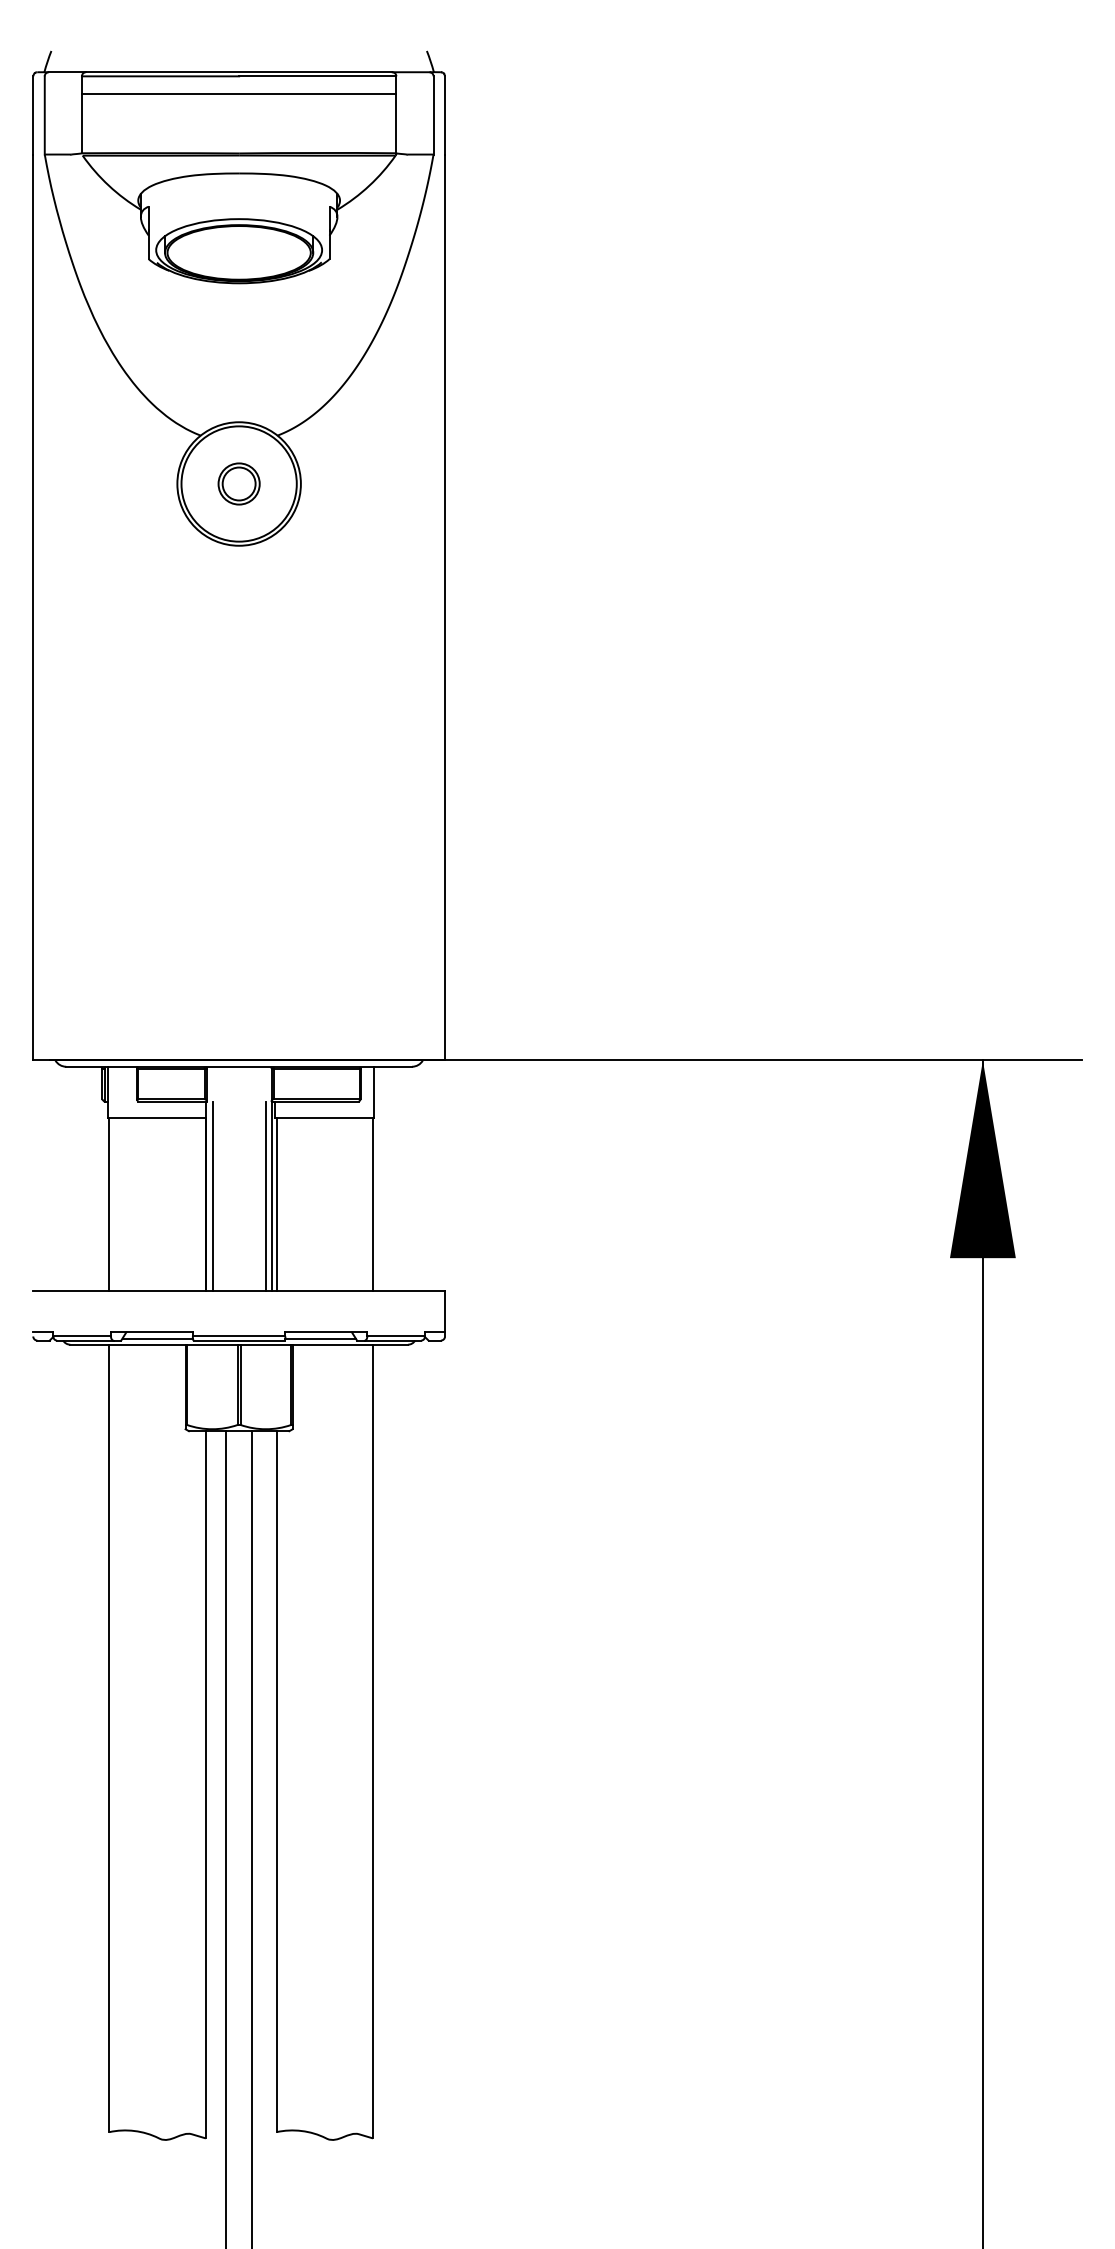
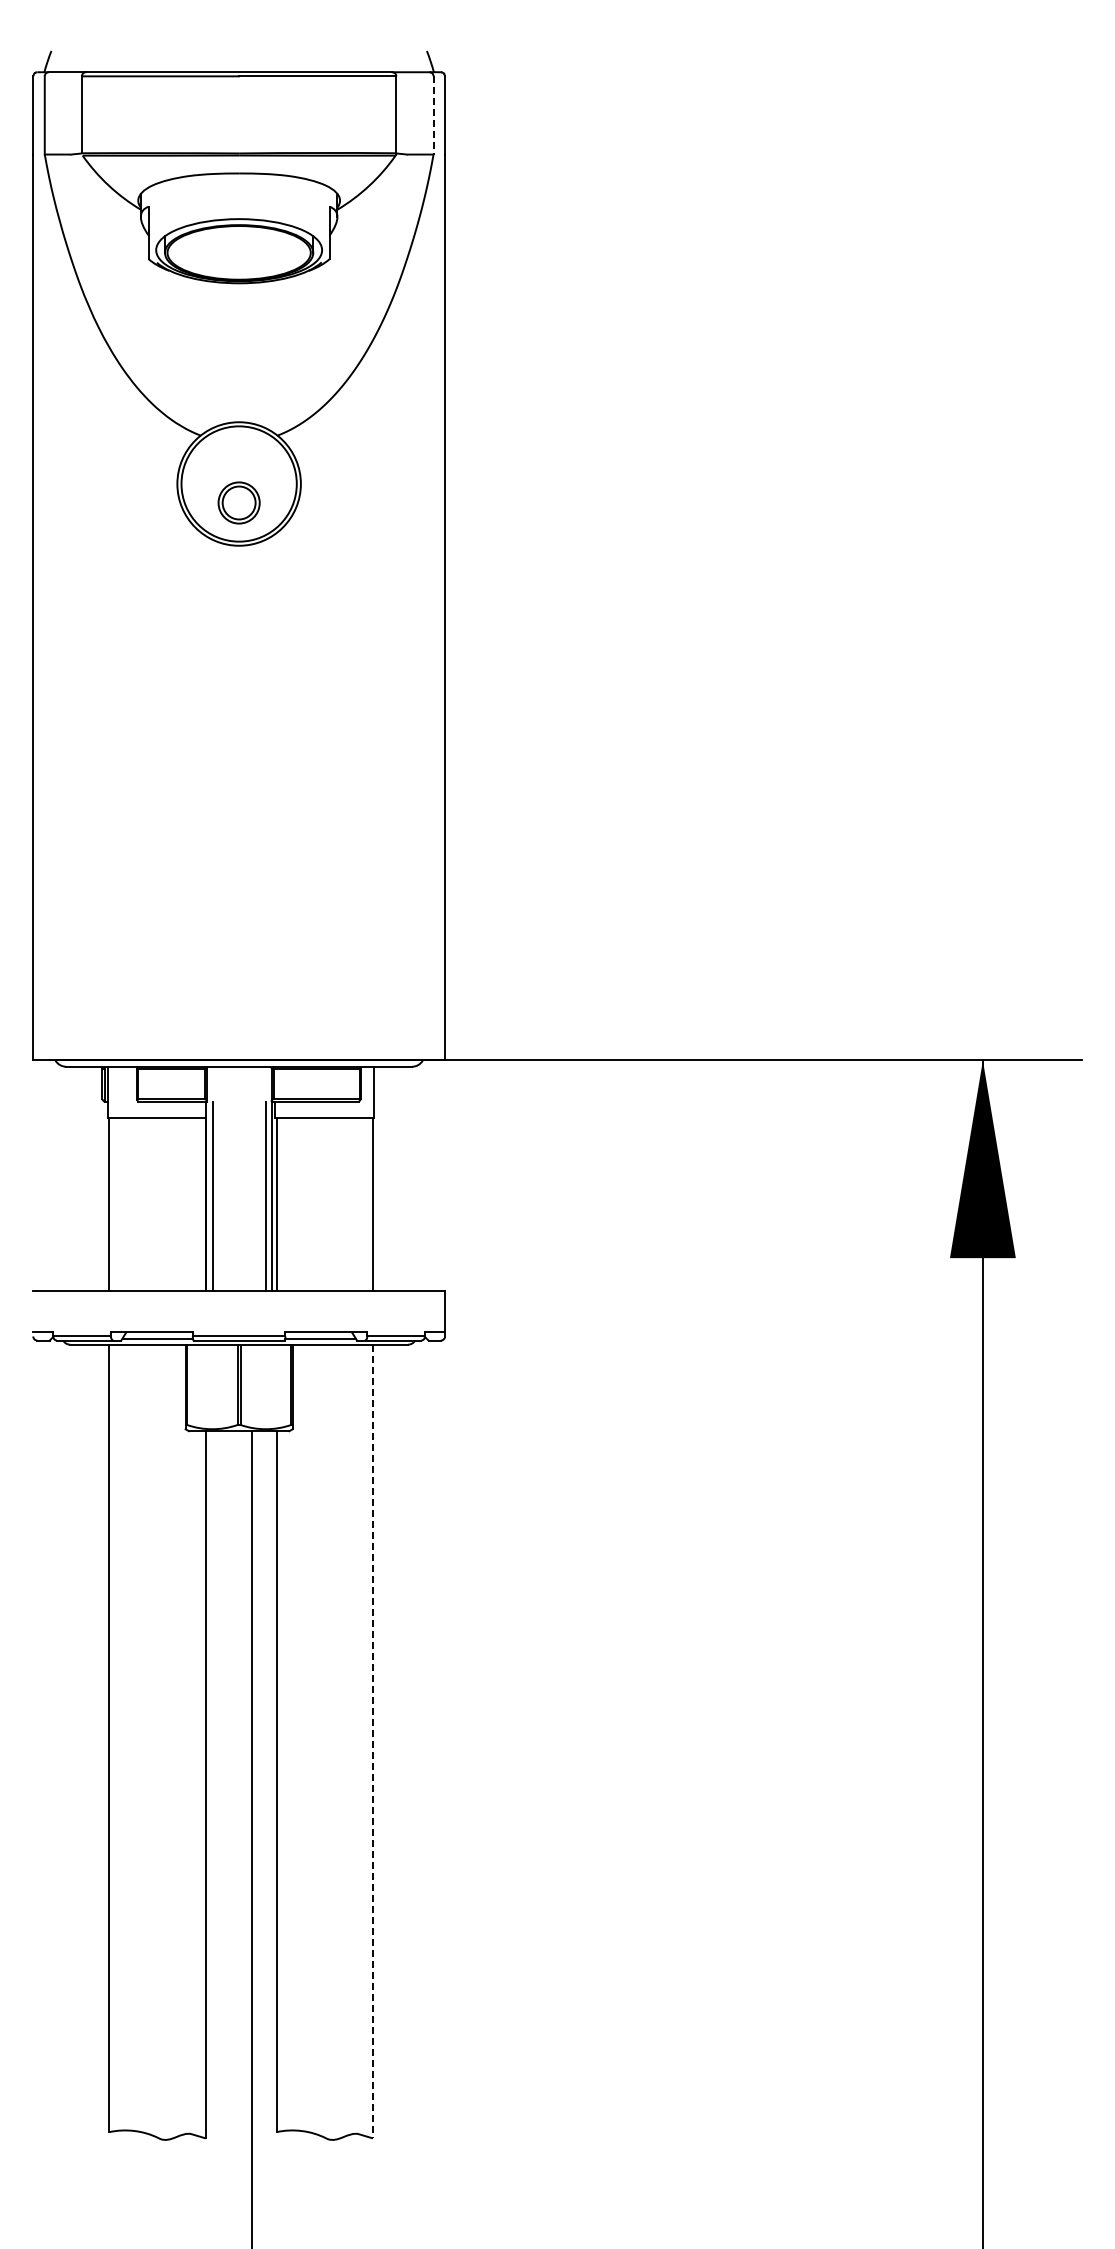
line at (238, 93): present -> none
line at (433, 115): solid -> dashed
part at (238, 483) position: (238, 483) -> (238, 502)
line at (372, 1741): solid -> dashed
line at (225, 1838): present -> none
